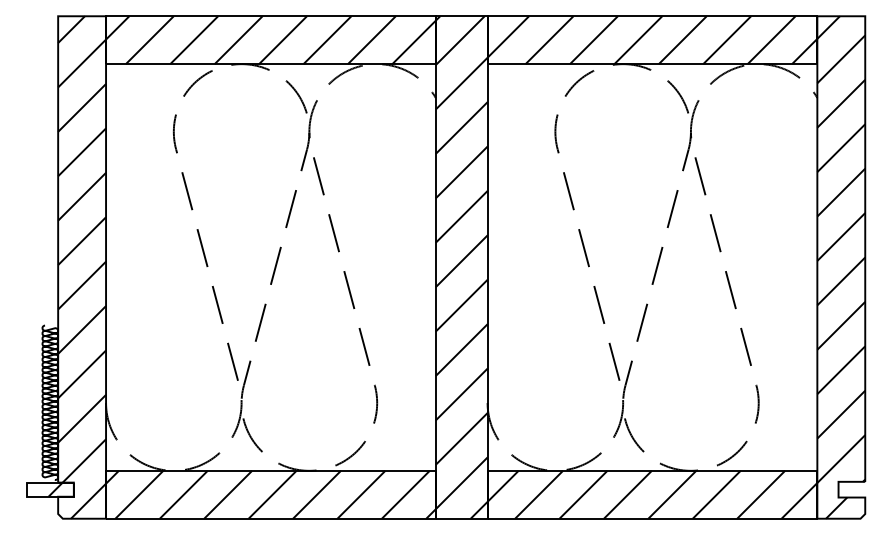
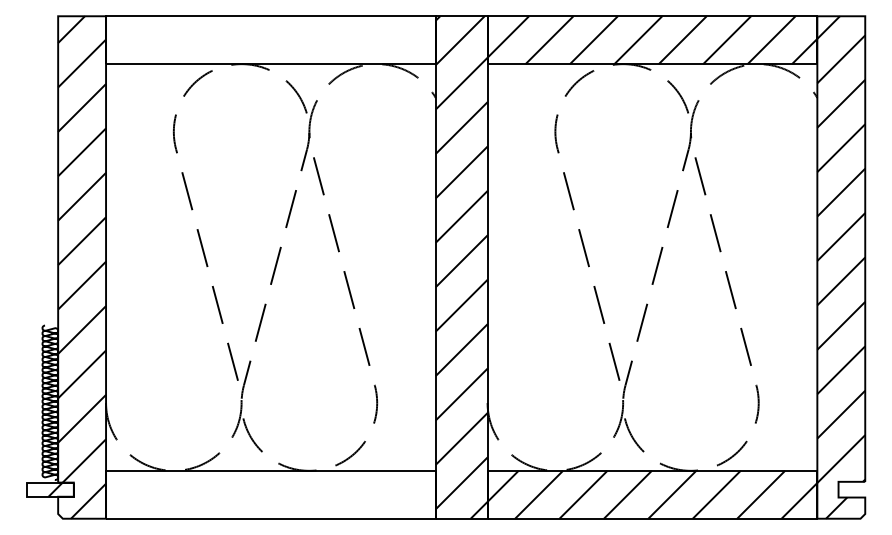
hatch at (270, 40): present -> none
hatch at (270, 494): present -> none
